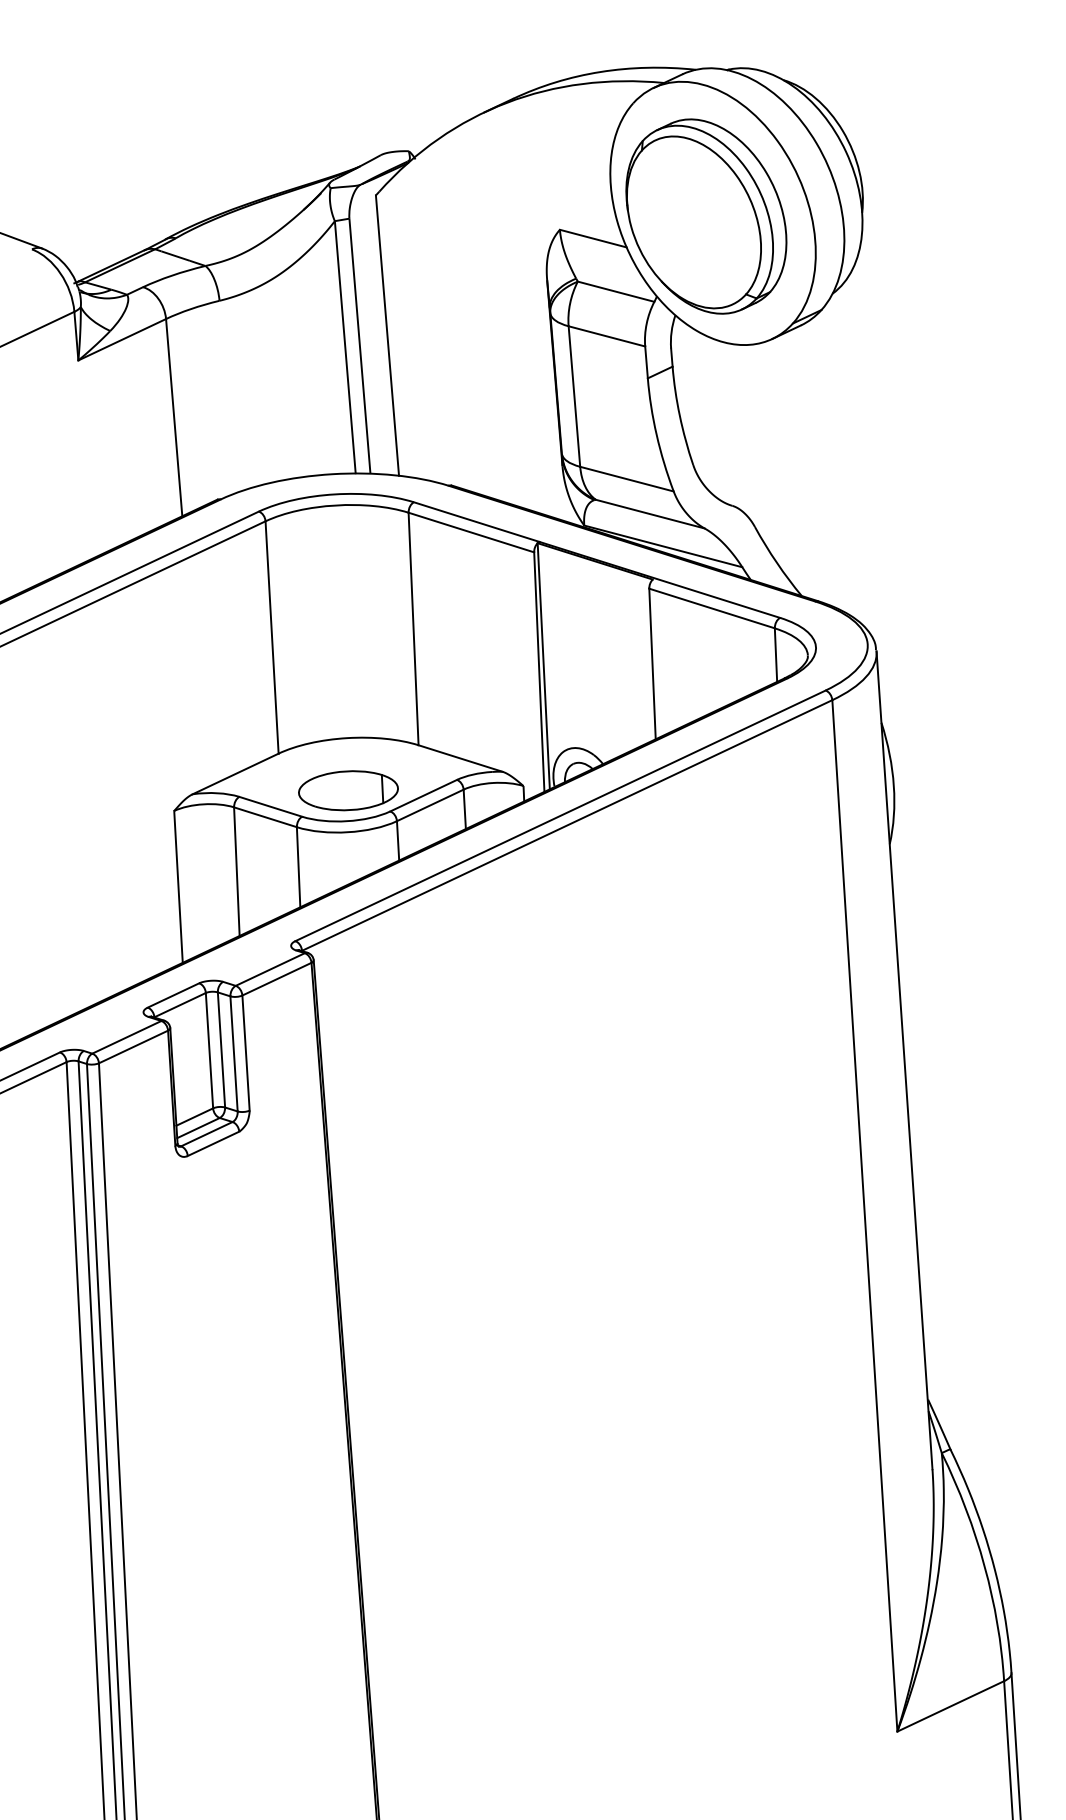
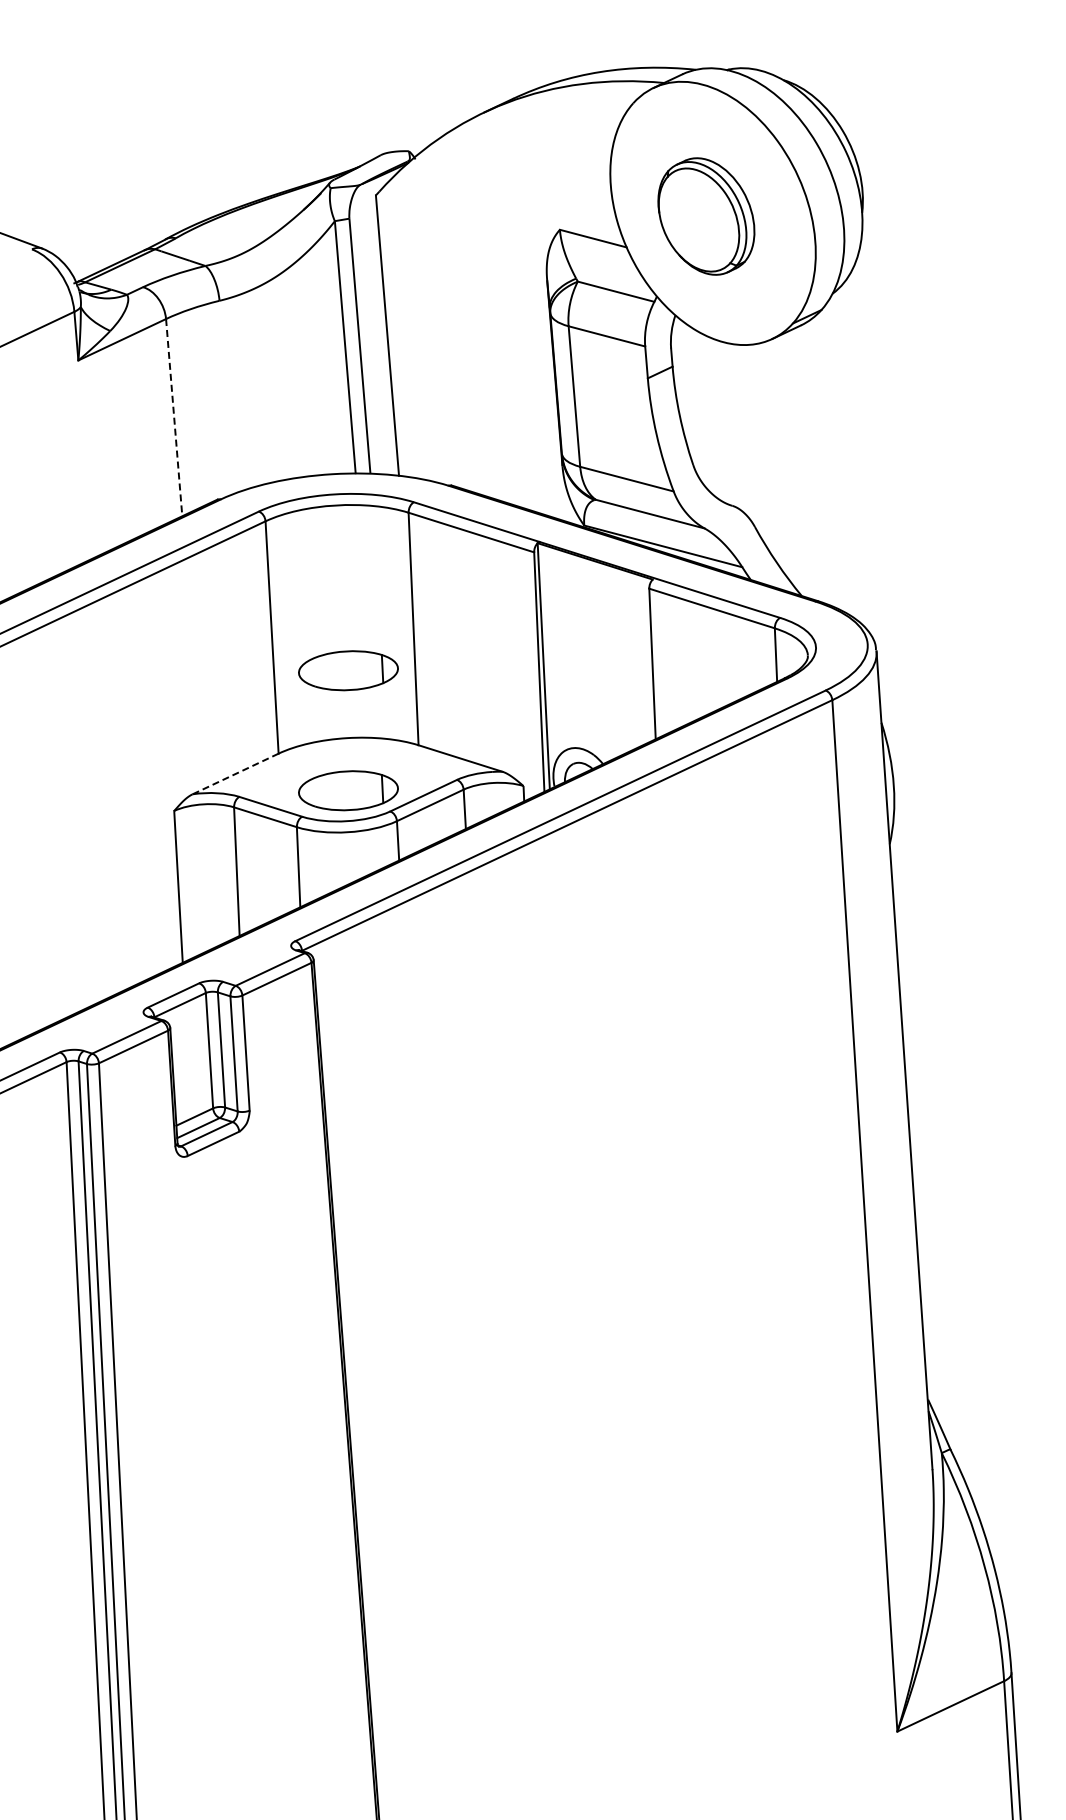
part at (706, 216) size: 163x197 px -> 99x119 px
line at (174, 417): solid -> dashed
part at (348, 670): none -> present
line at (235, 773): solid -> dashed
